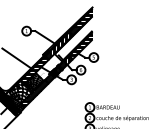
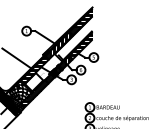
hatch at (33, 81): present -> none
